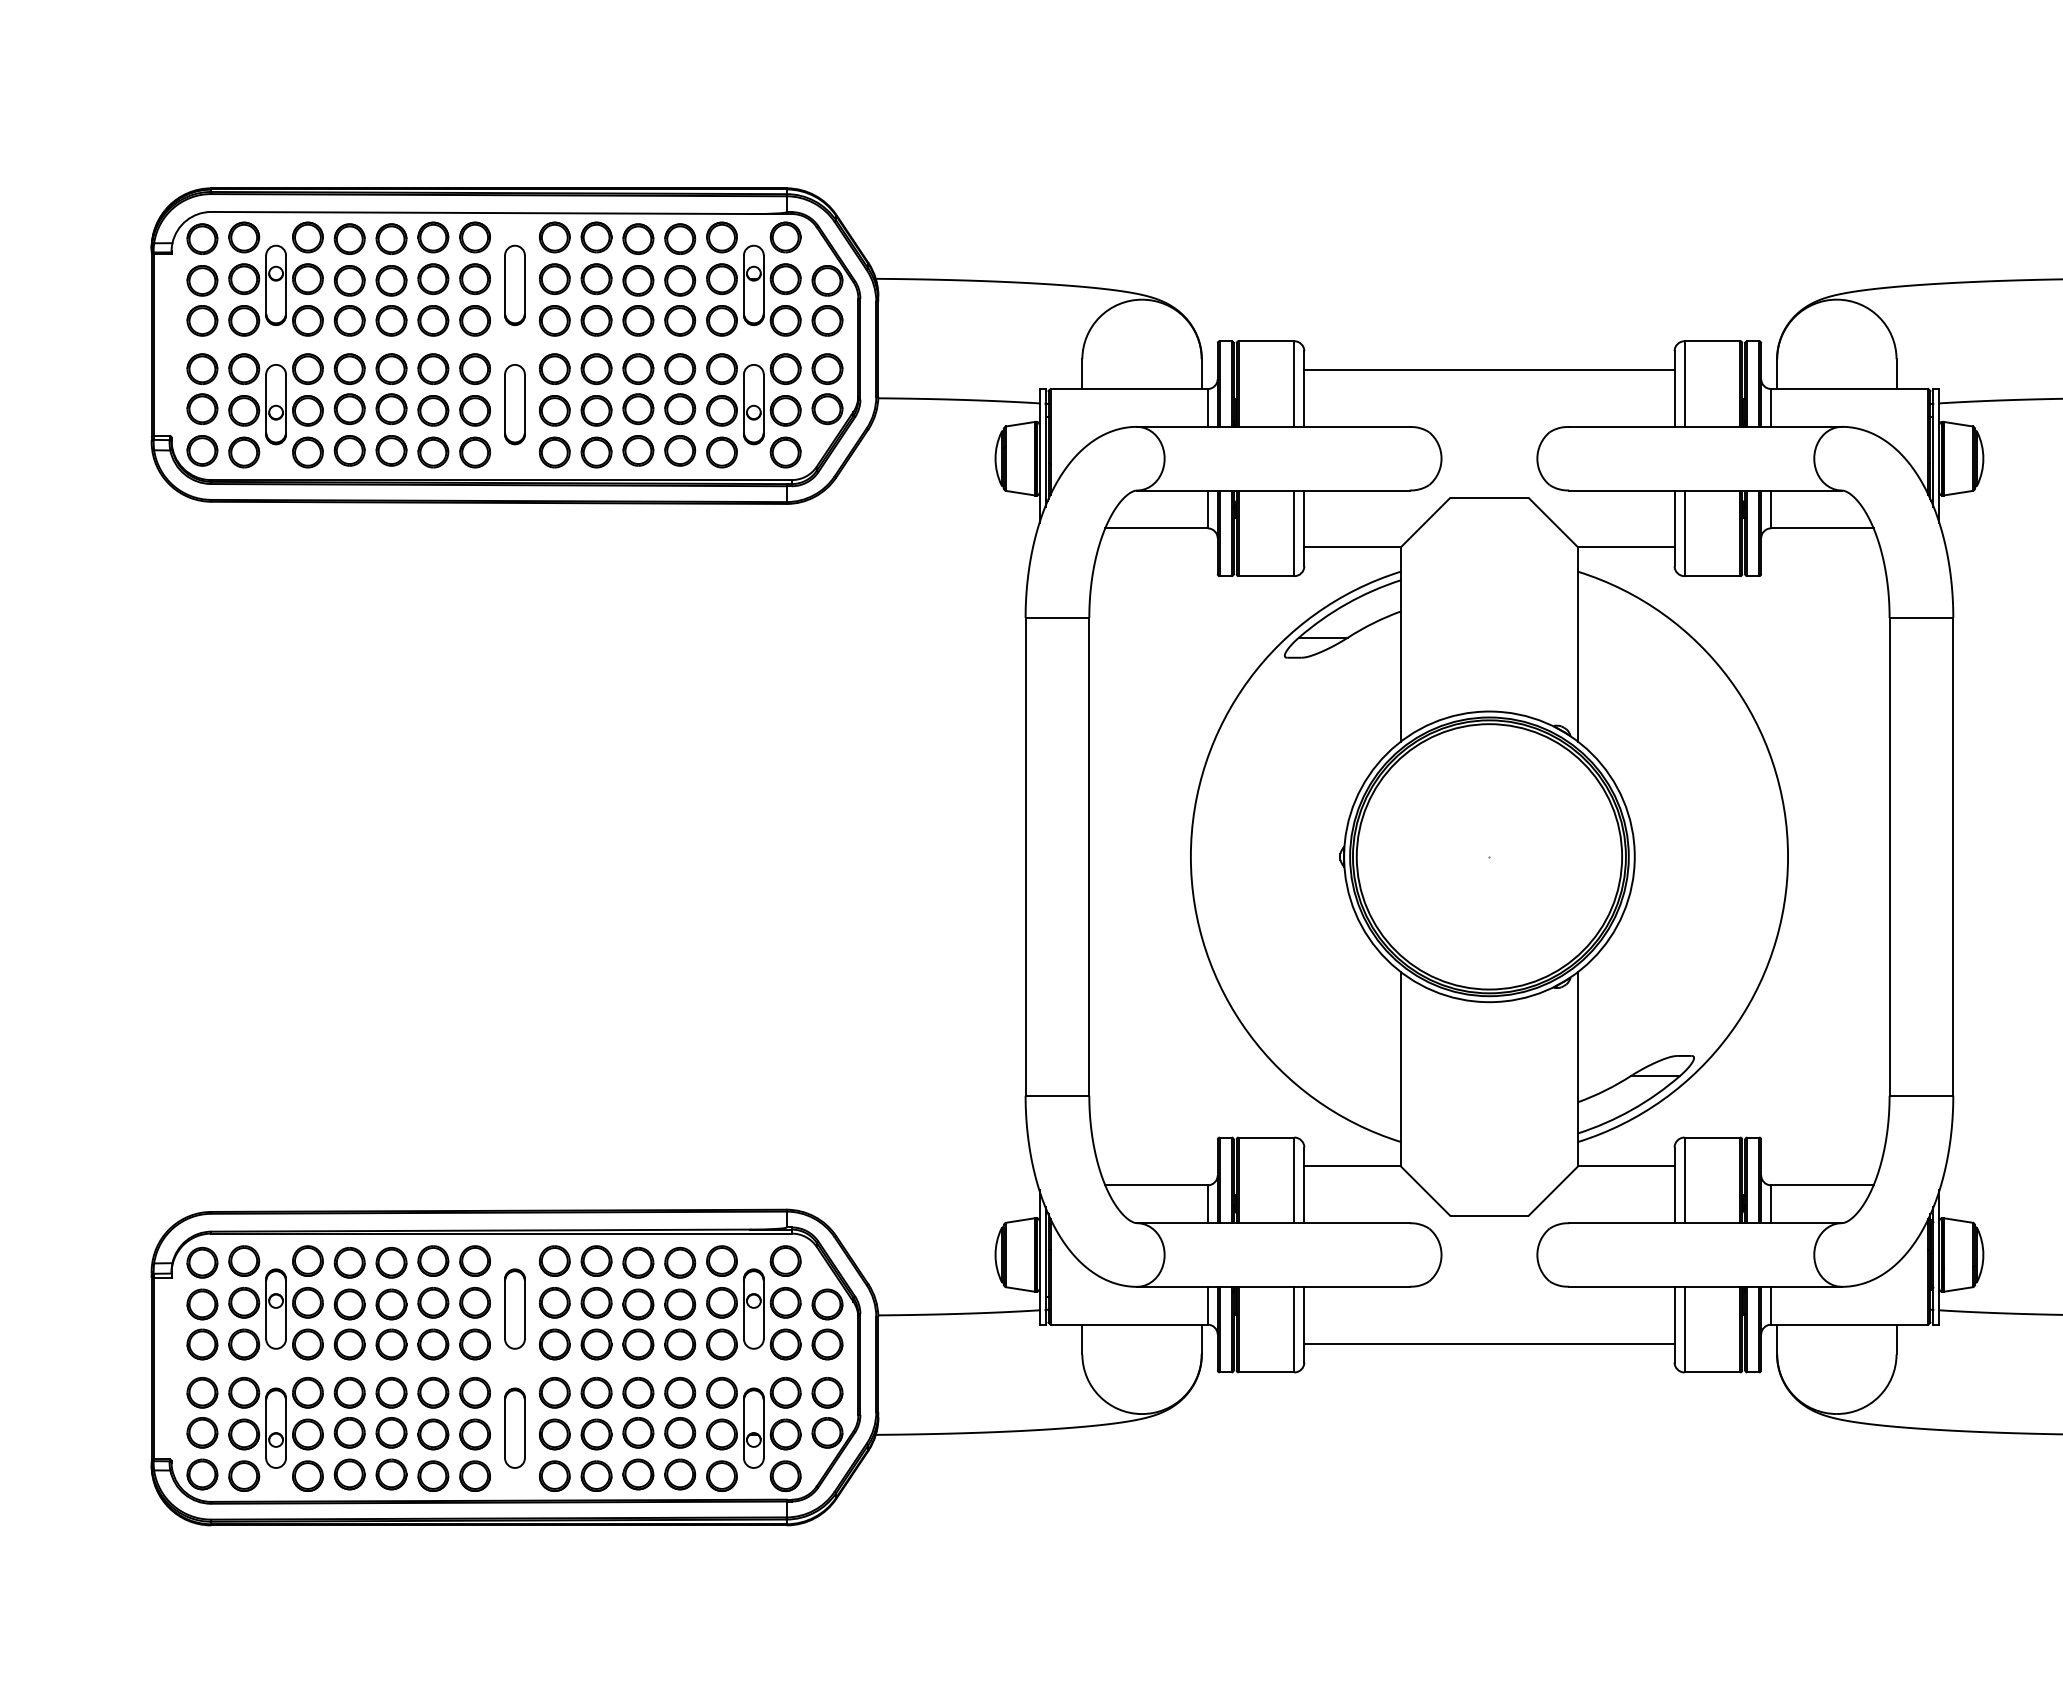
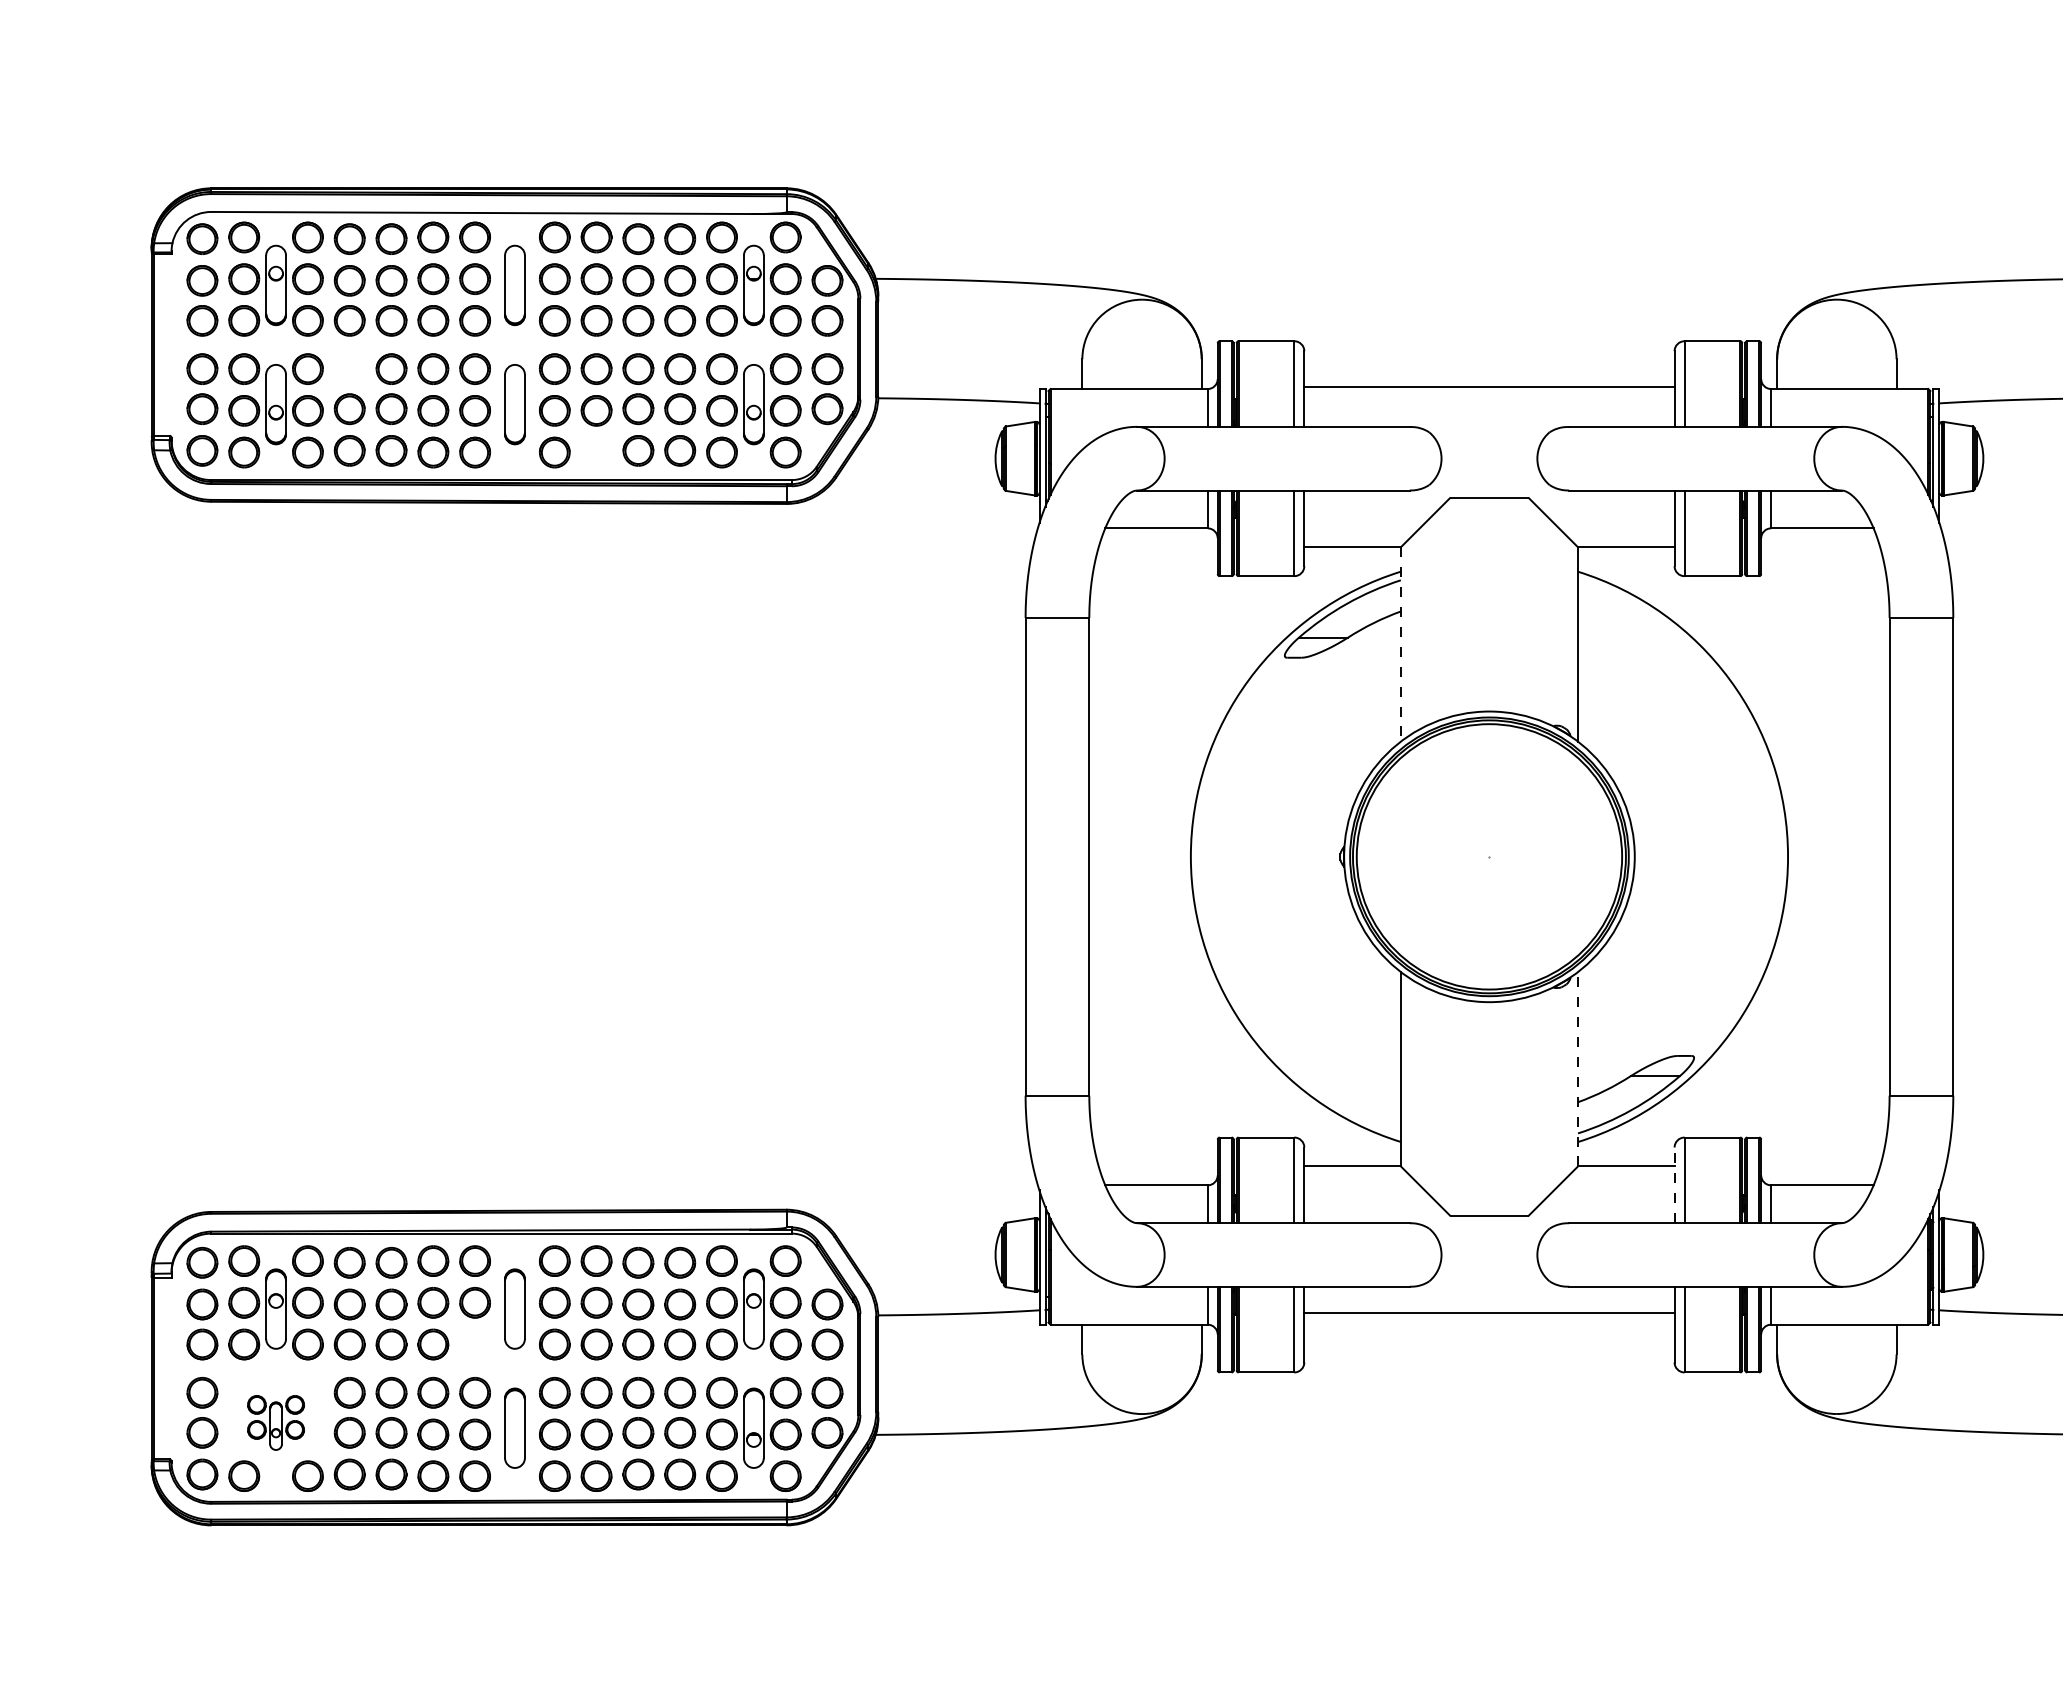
part at (349, 368): present -> none
line at (1489, 370) position: (1489, 370) -> (1489, 387)
part at (596, 452): present -> none
line at (1400, 644): solid -> dashed
line at (1578, 1068): solid -> dashed
line at (1674, 1185): solid -> dashed
line at (1489, 1343) position: (1489, 1343) -> (1489, 1312)
part at (474, 1344): present -> none
part at (275, 1422) size: 96x92 px -> 58x56 px
